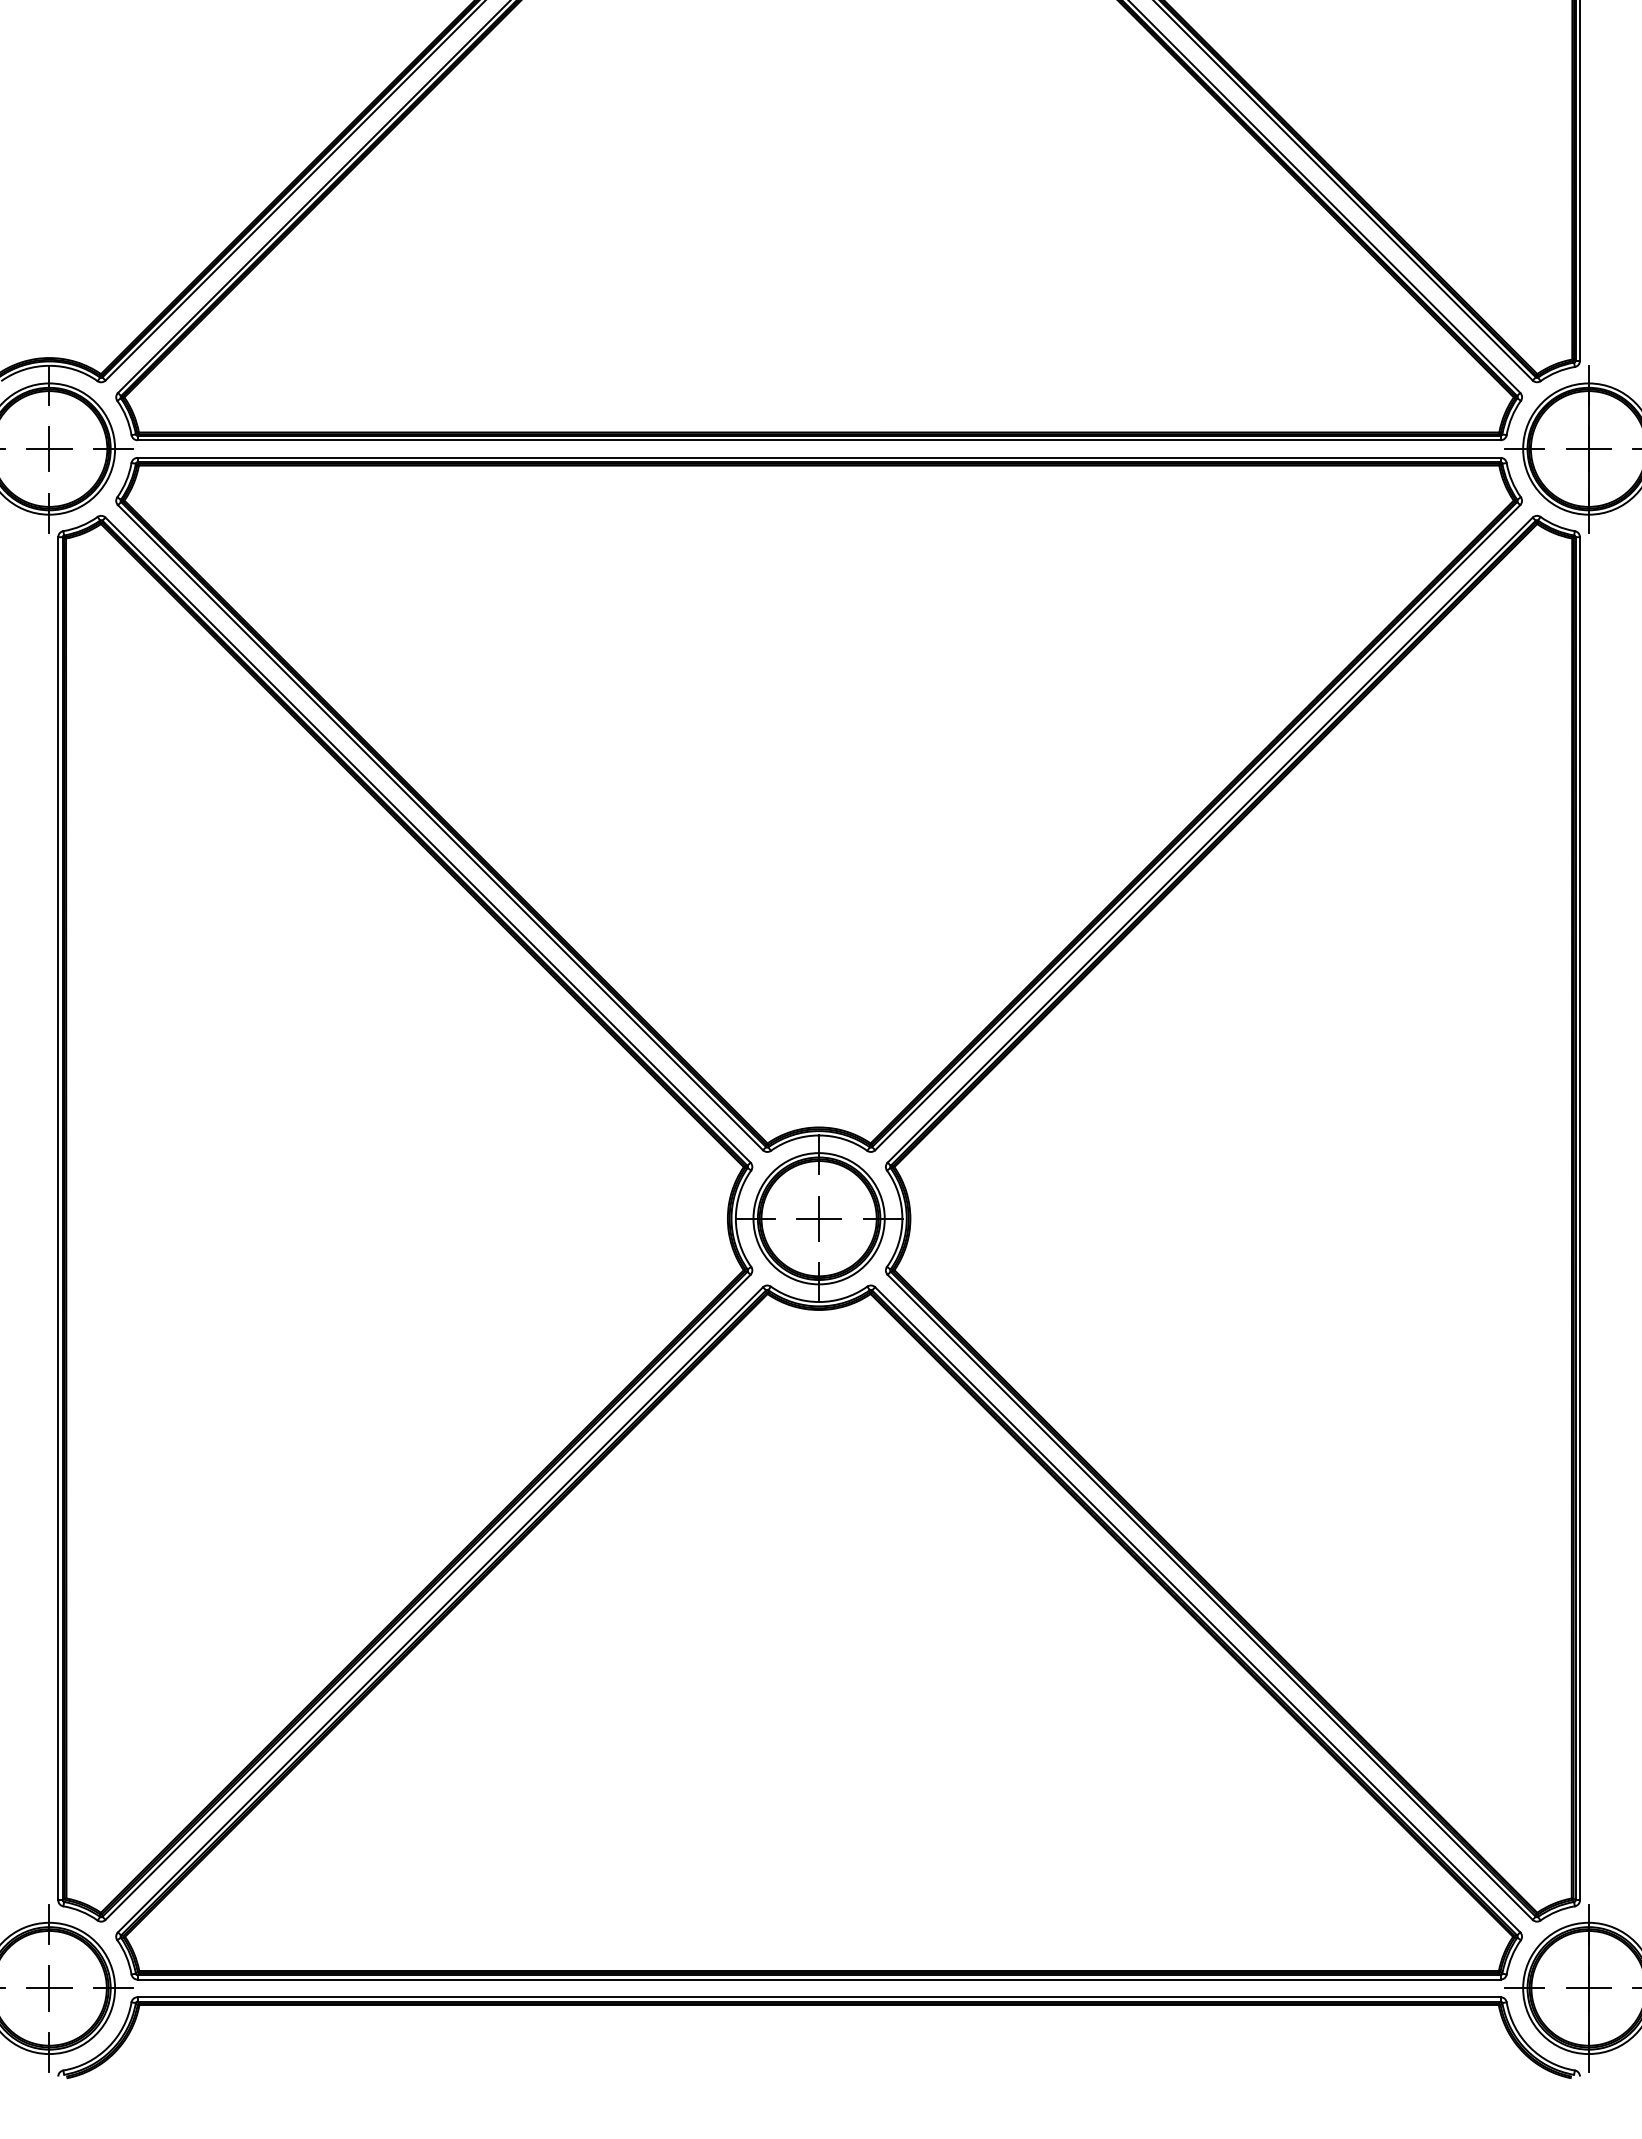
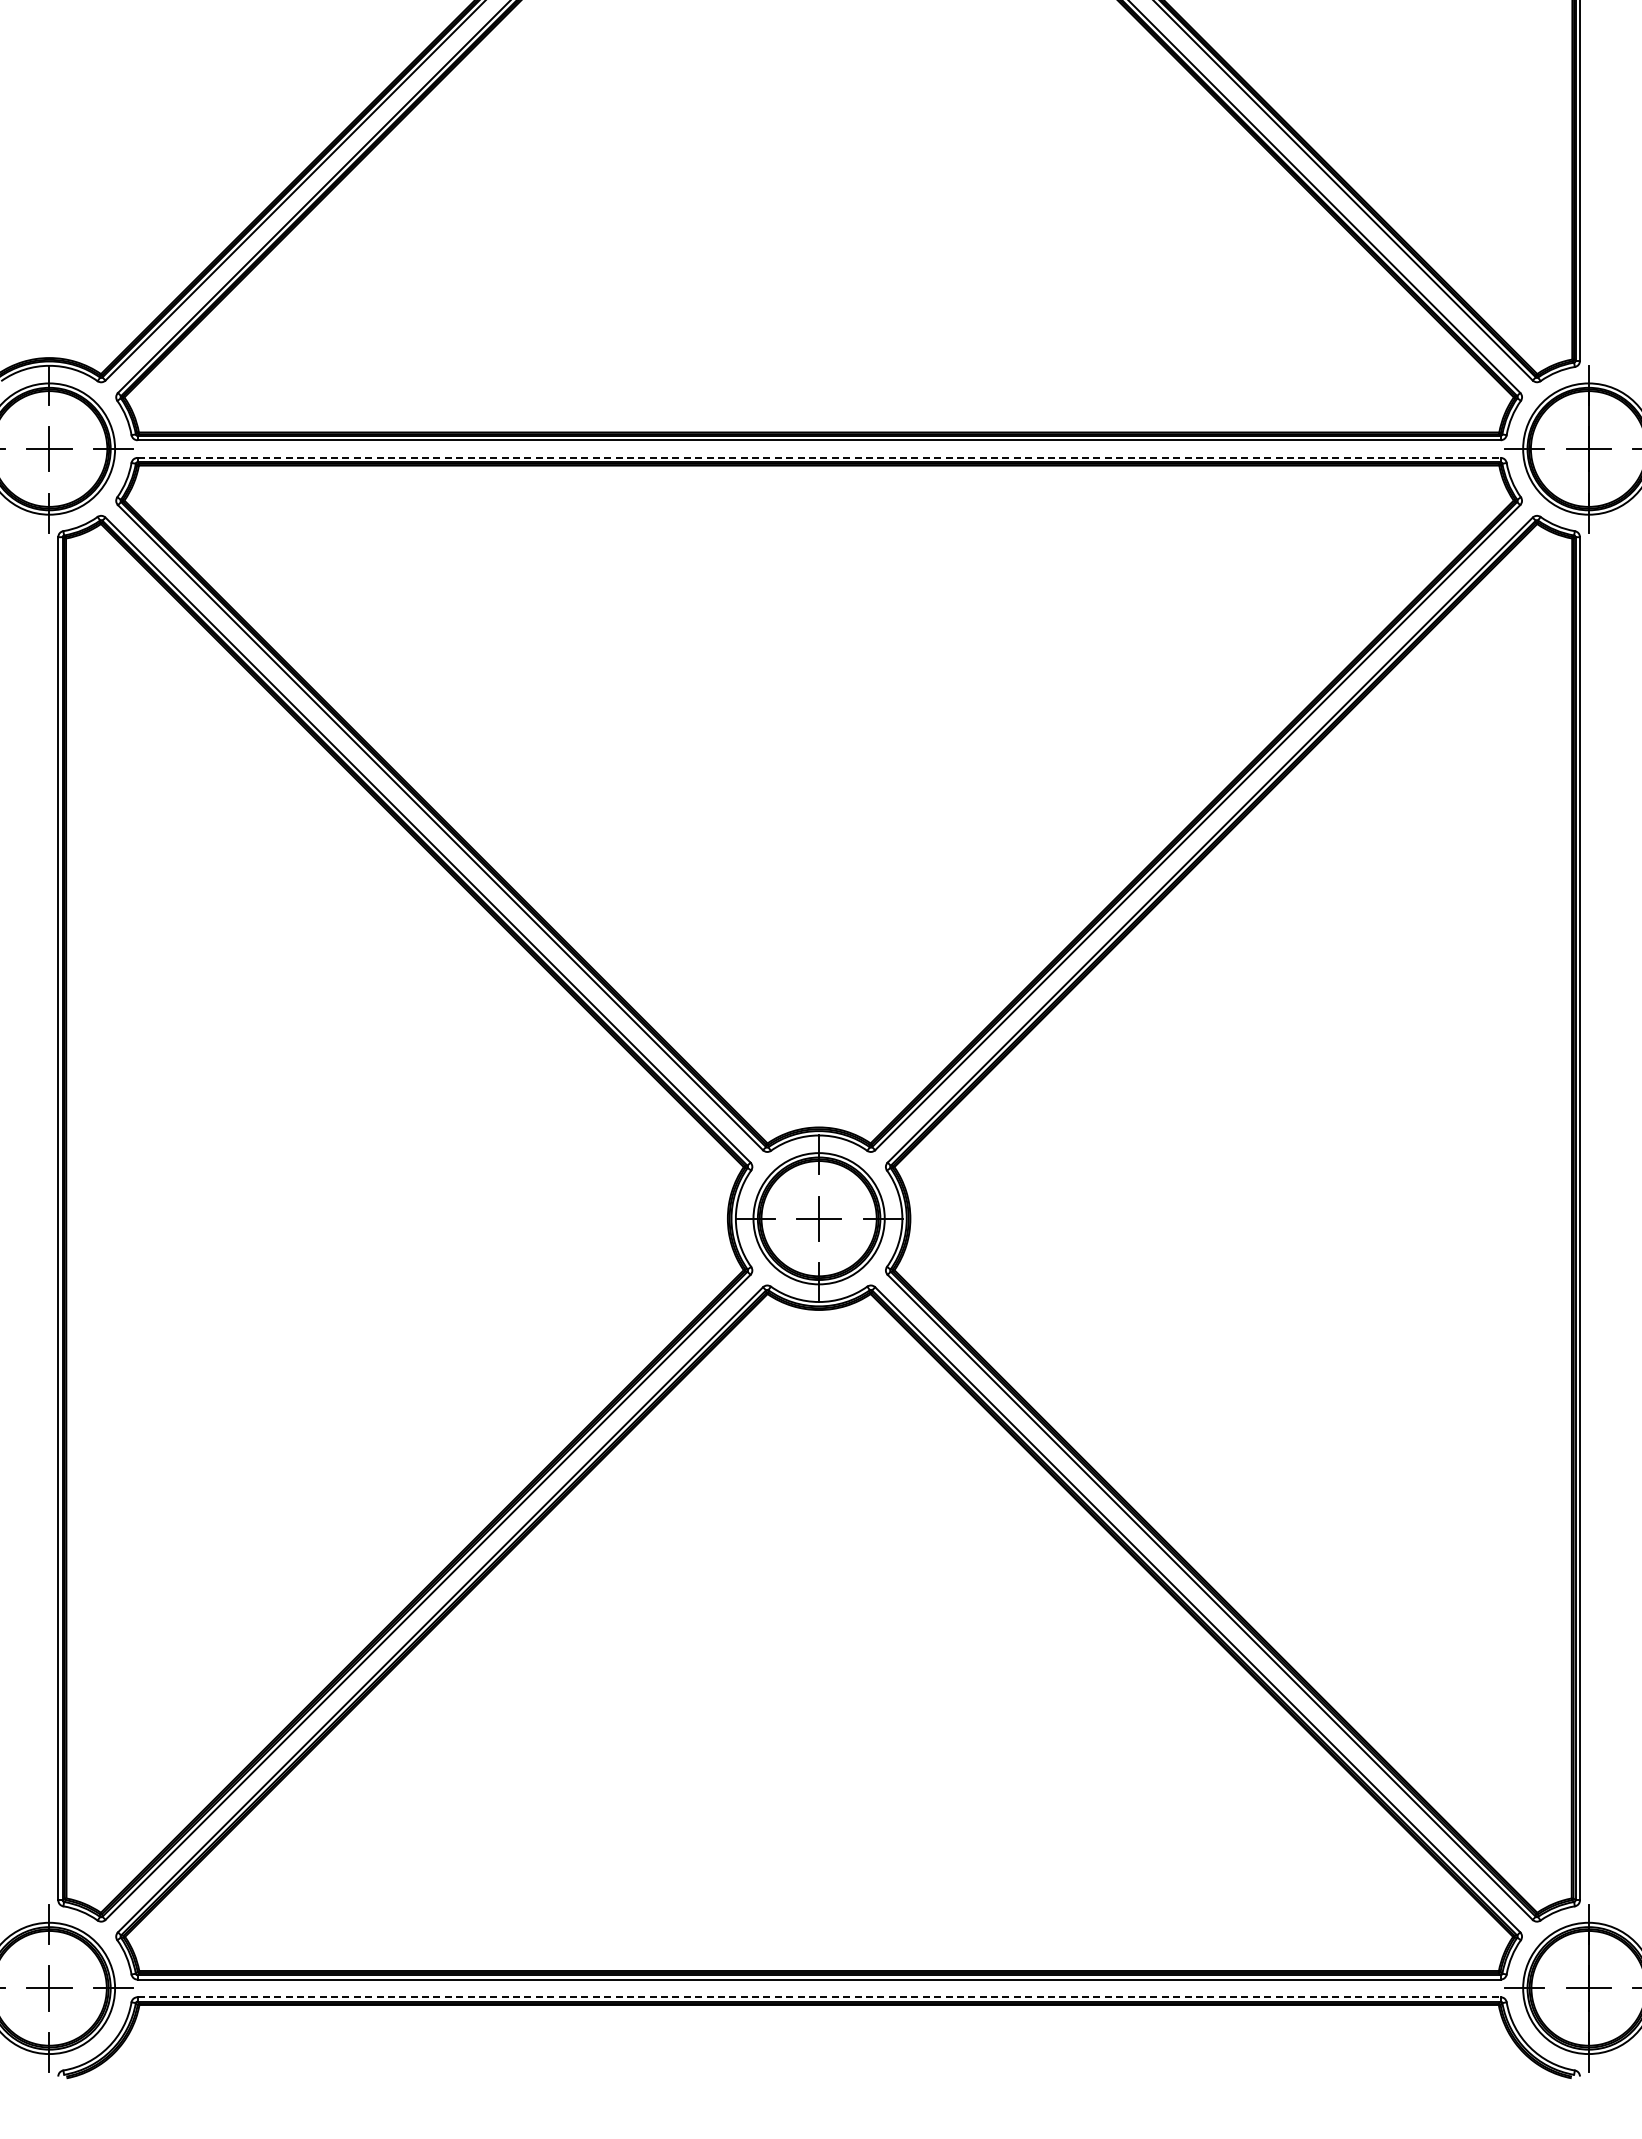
line at (819, 457): solid -> dashed
line at (819, 1997): solid -> dashed
